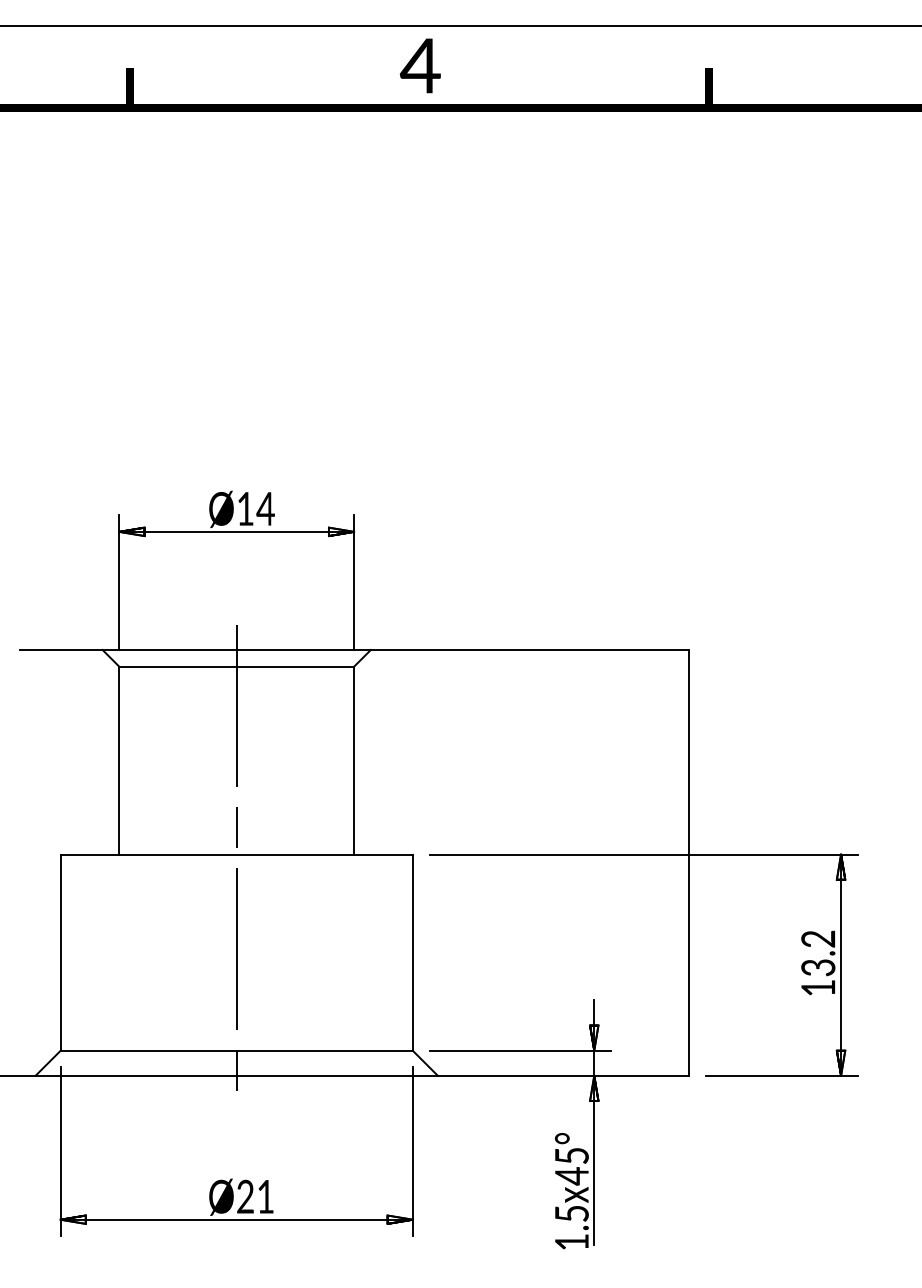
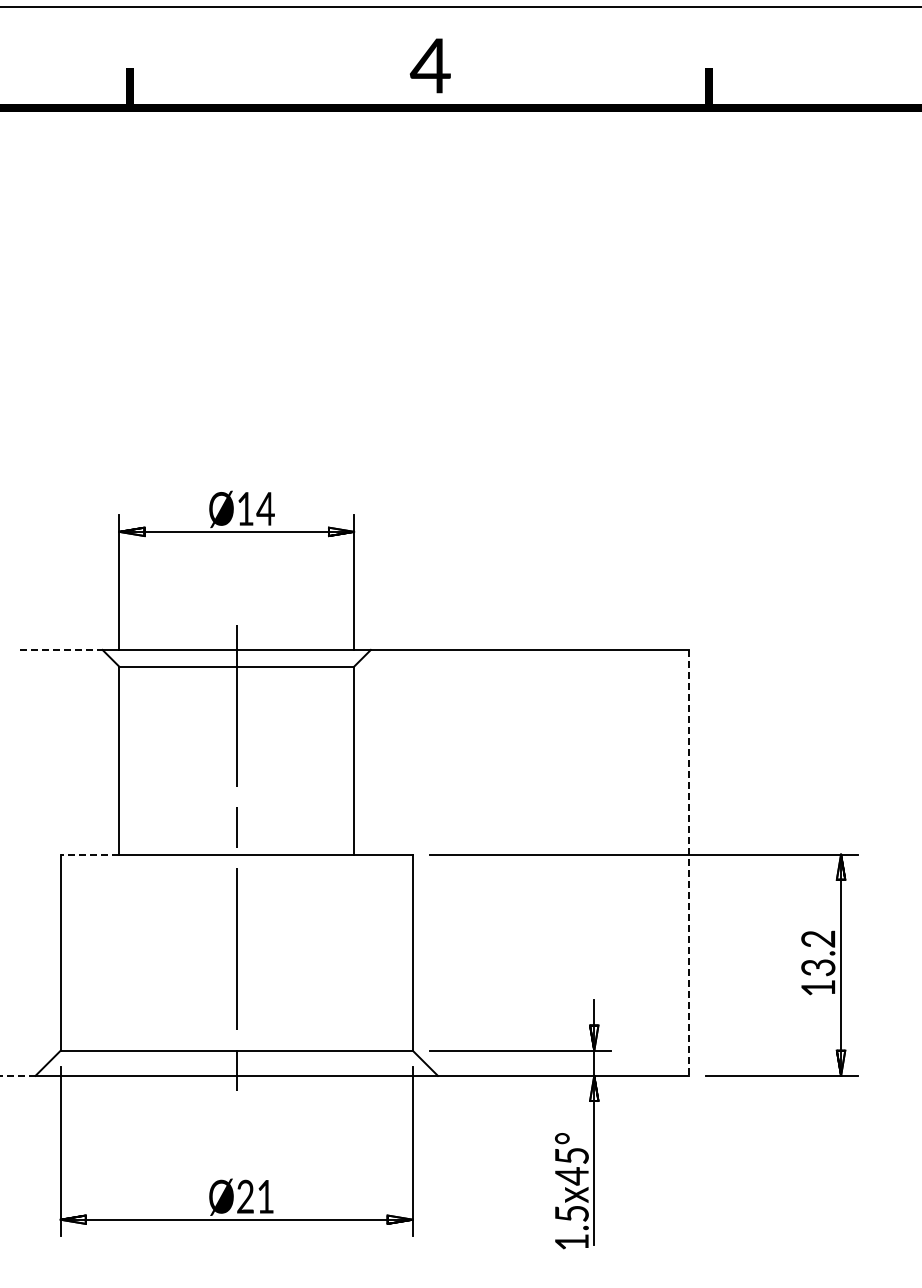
line at (460, 26) position: (460, 26) -> (460, 7)
text at (419, 65) position: (419, 65) -> (429, 65)
line at (61, 649): solid -> dashed
line at (89, 854): solid -> dashed
line at (689, 862): solid -> dashed
line at (17, 1075): solid -> dashed
